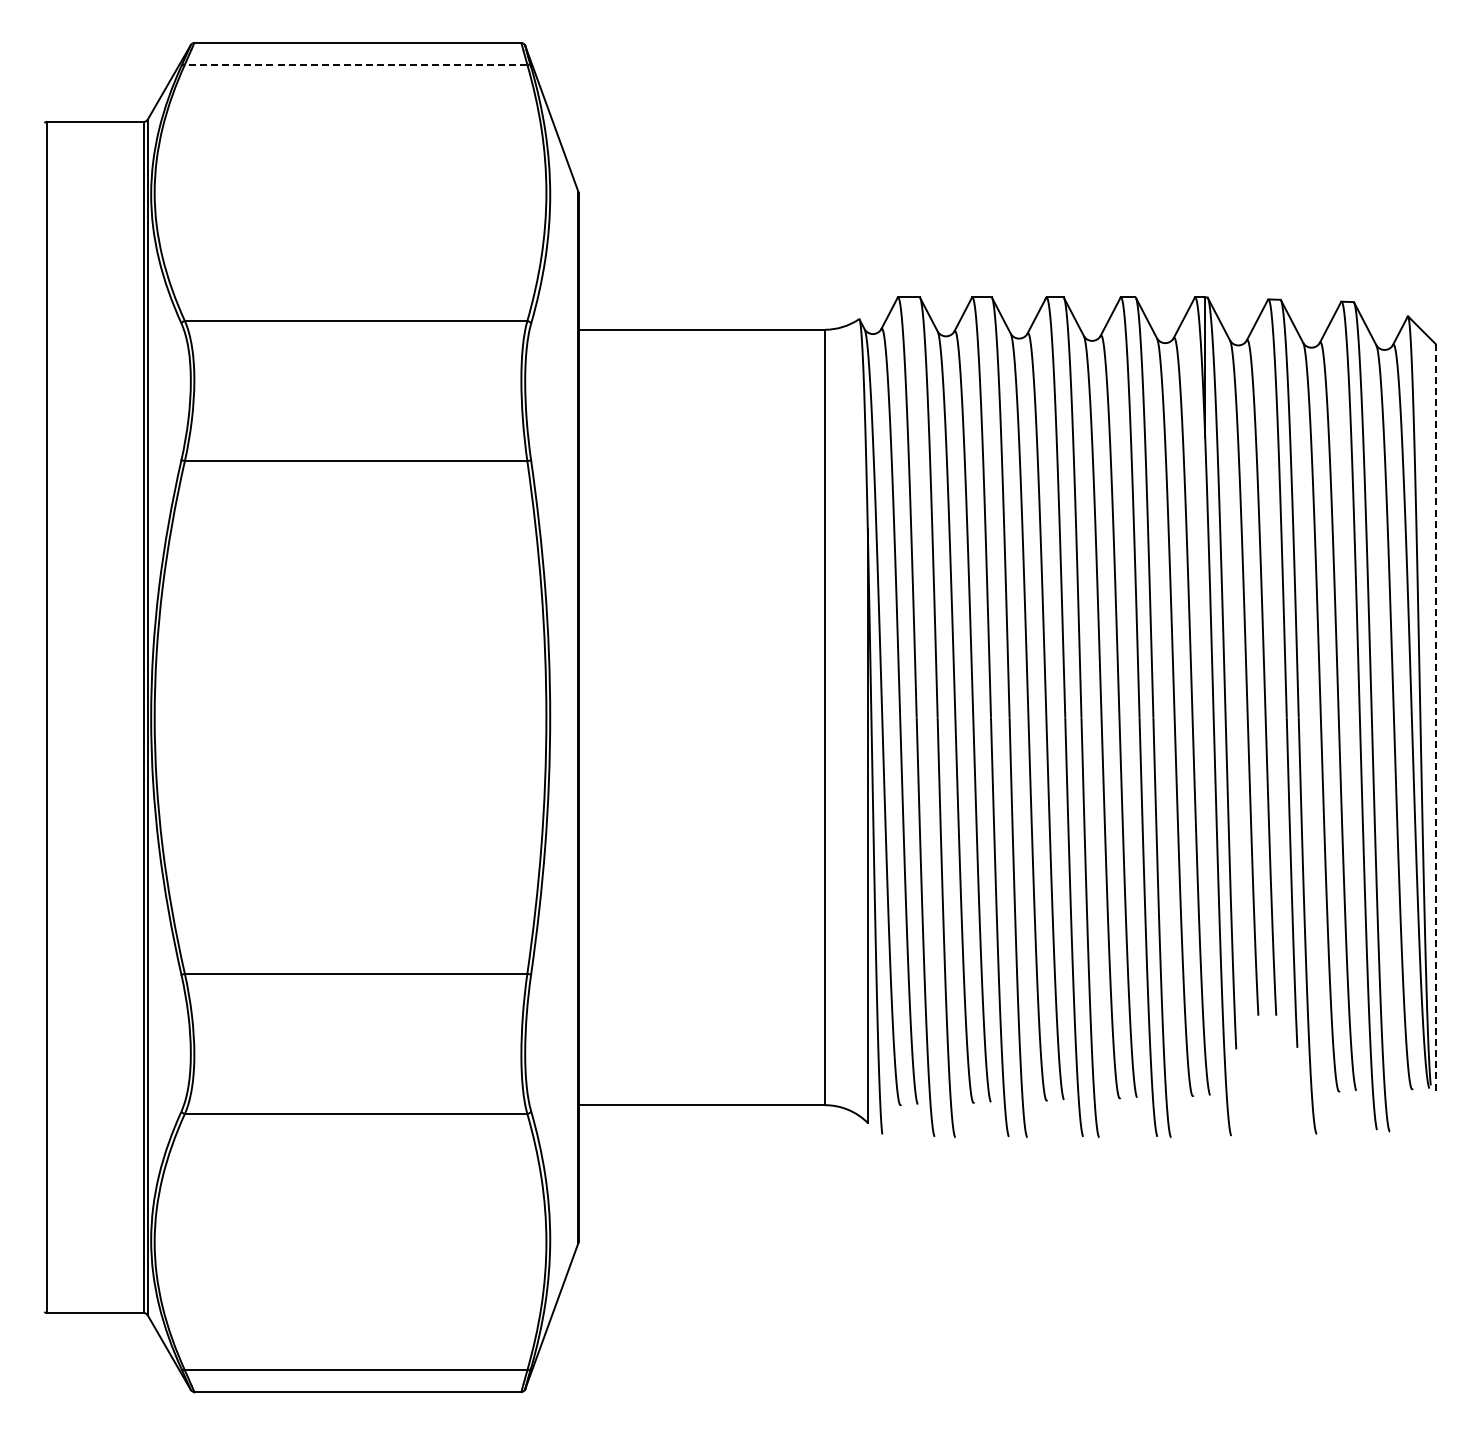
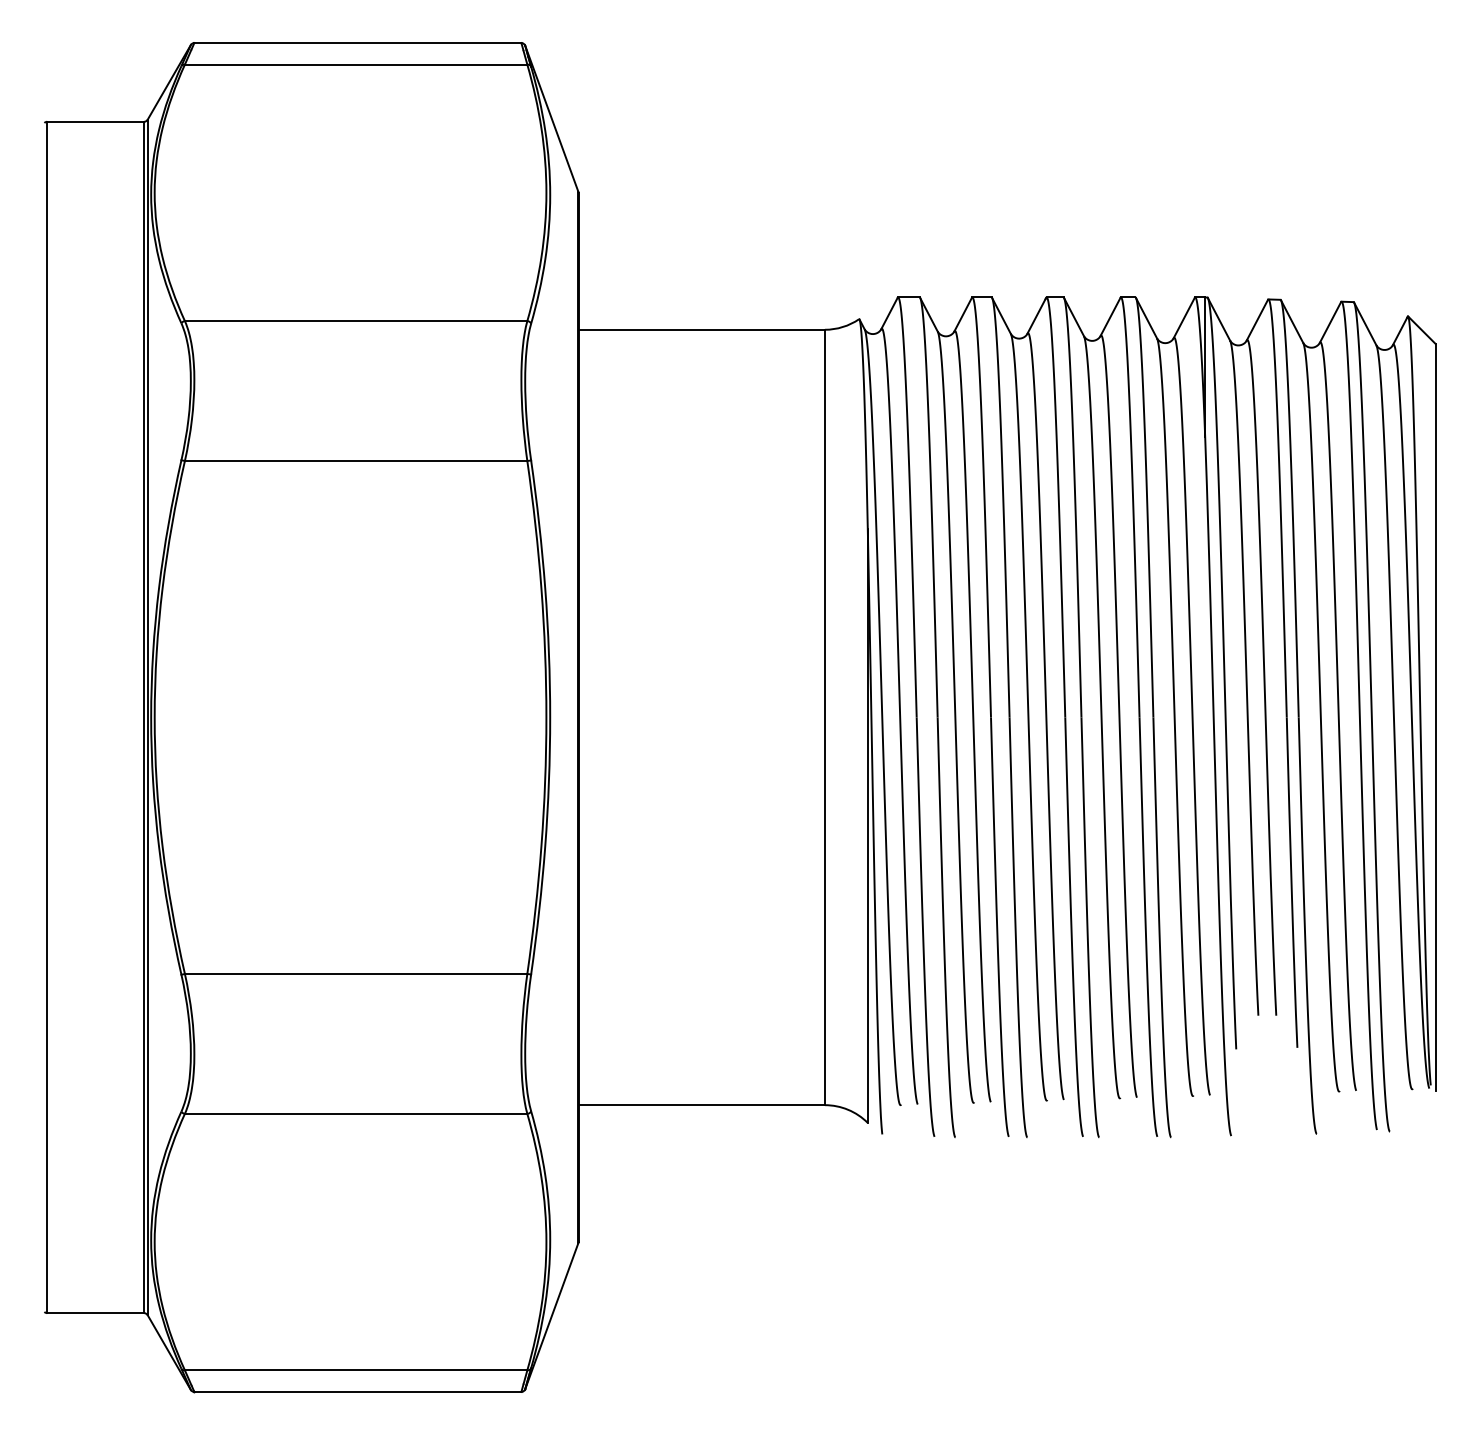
line at (355, 64): dashed -> solid
line at (1435, 717): dashed -> solid
